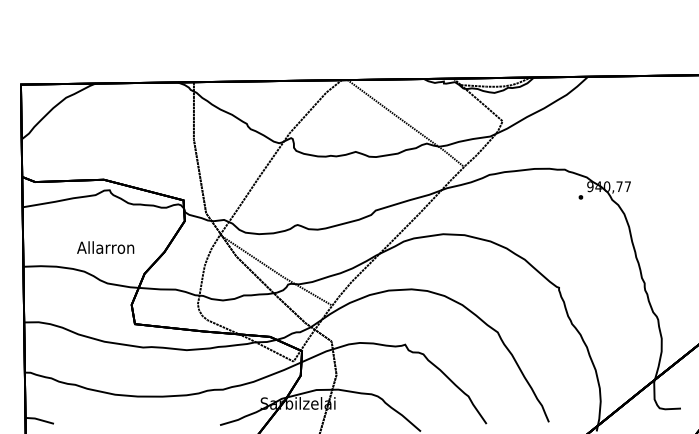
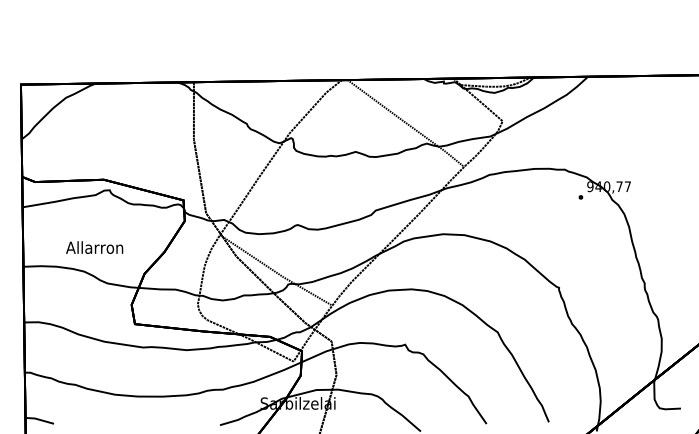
text at (105, 247) position: (105, 247) -> (94, 247)
